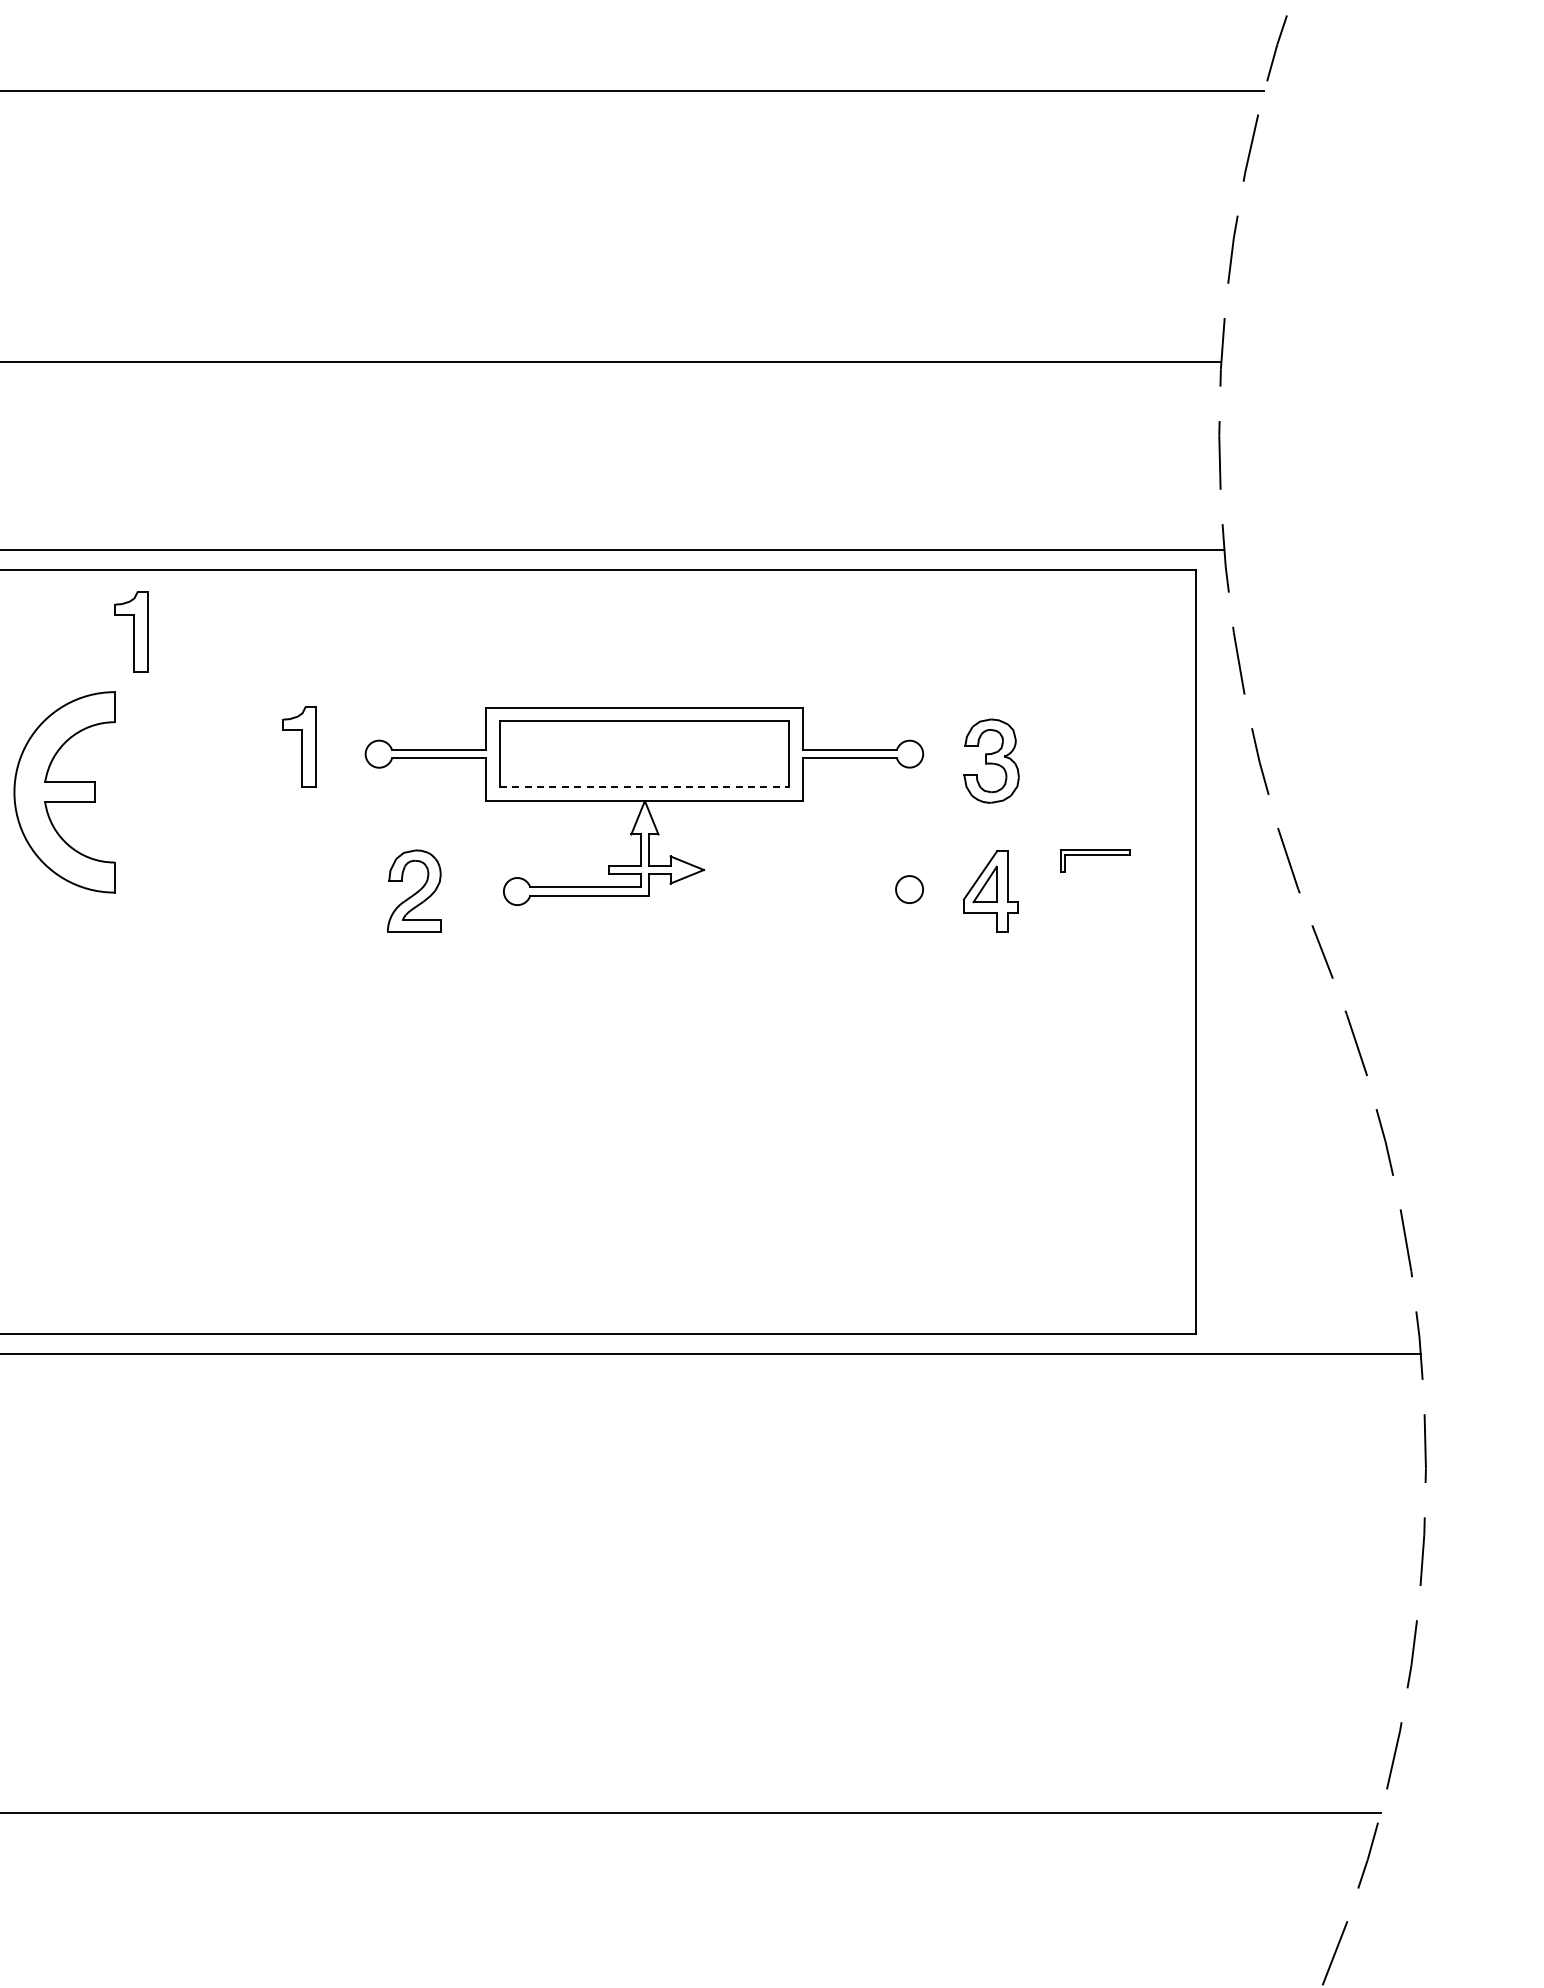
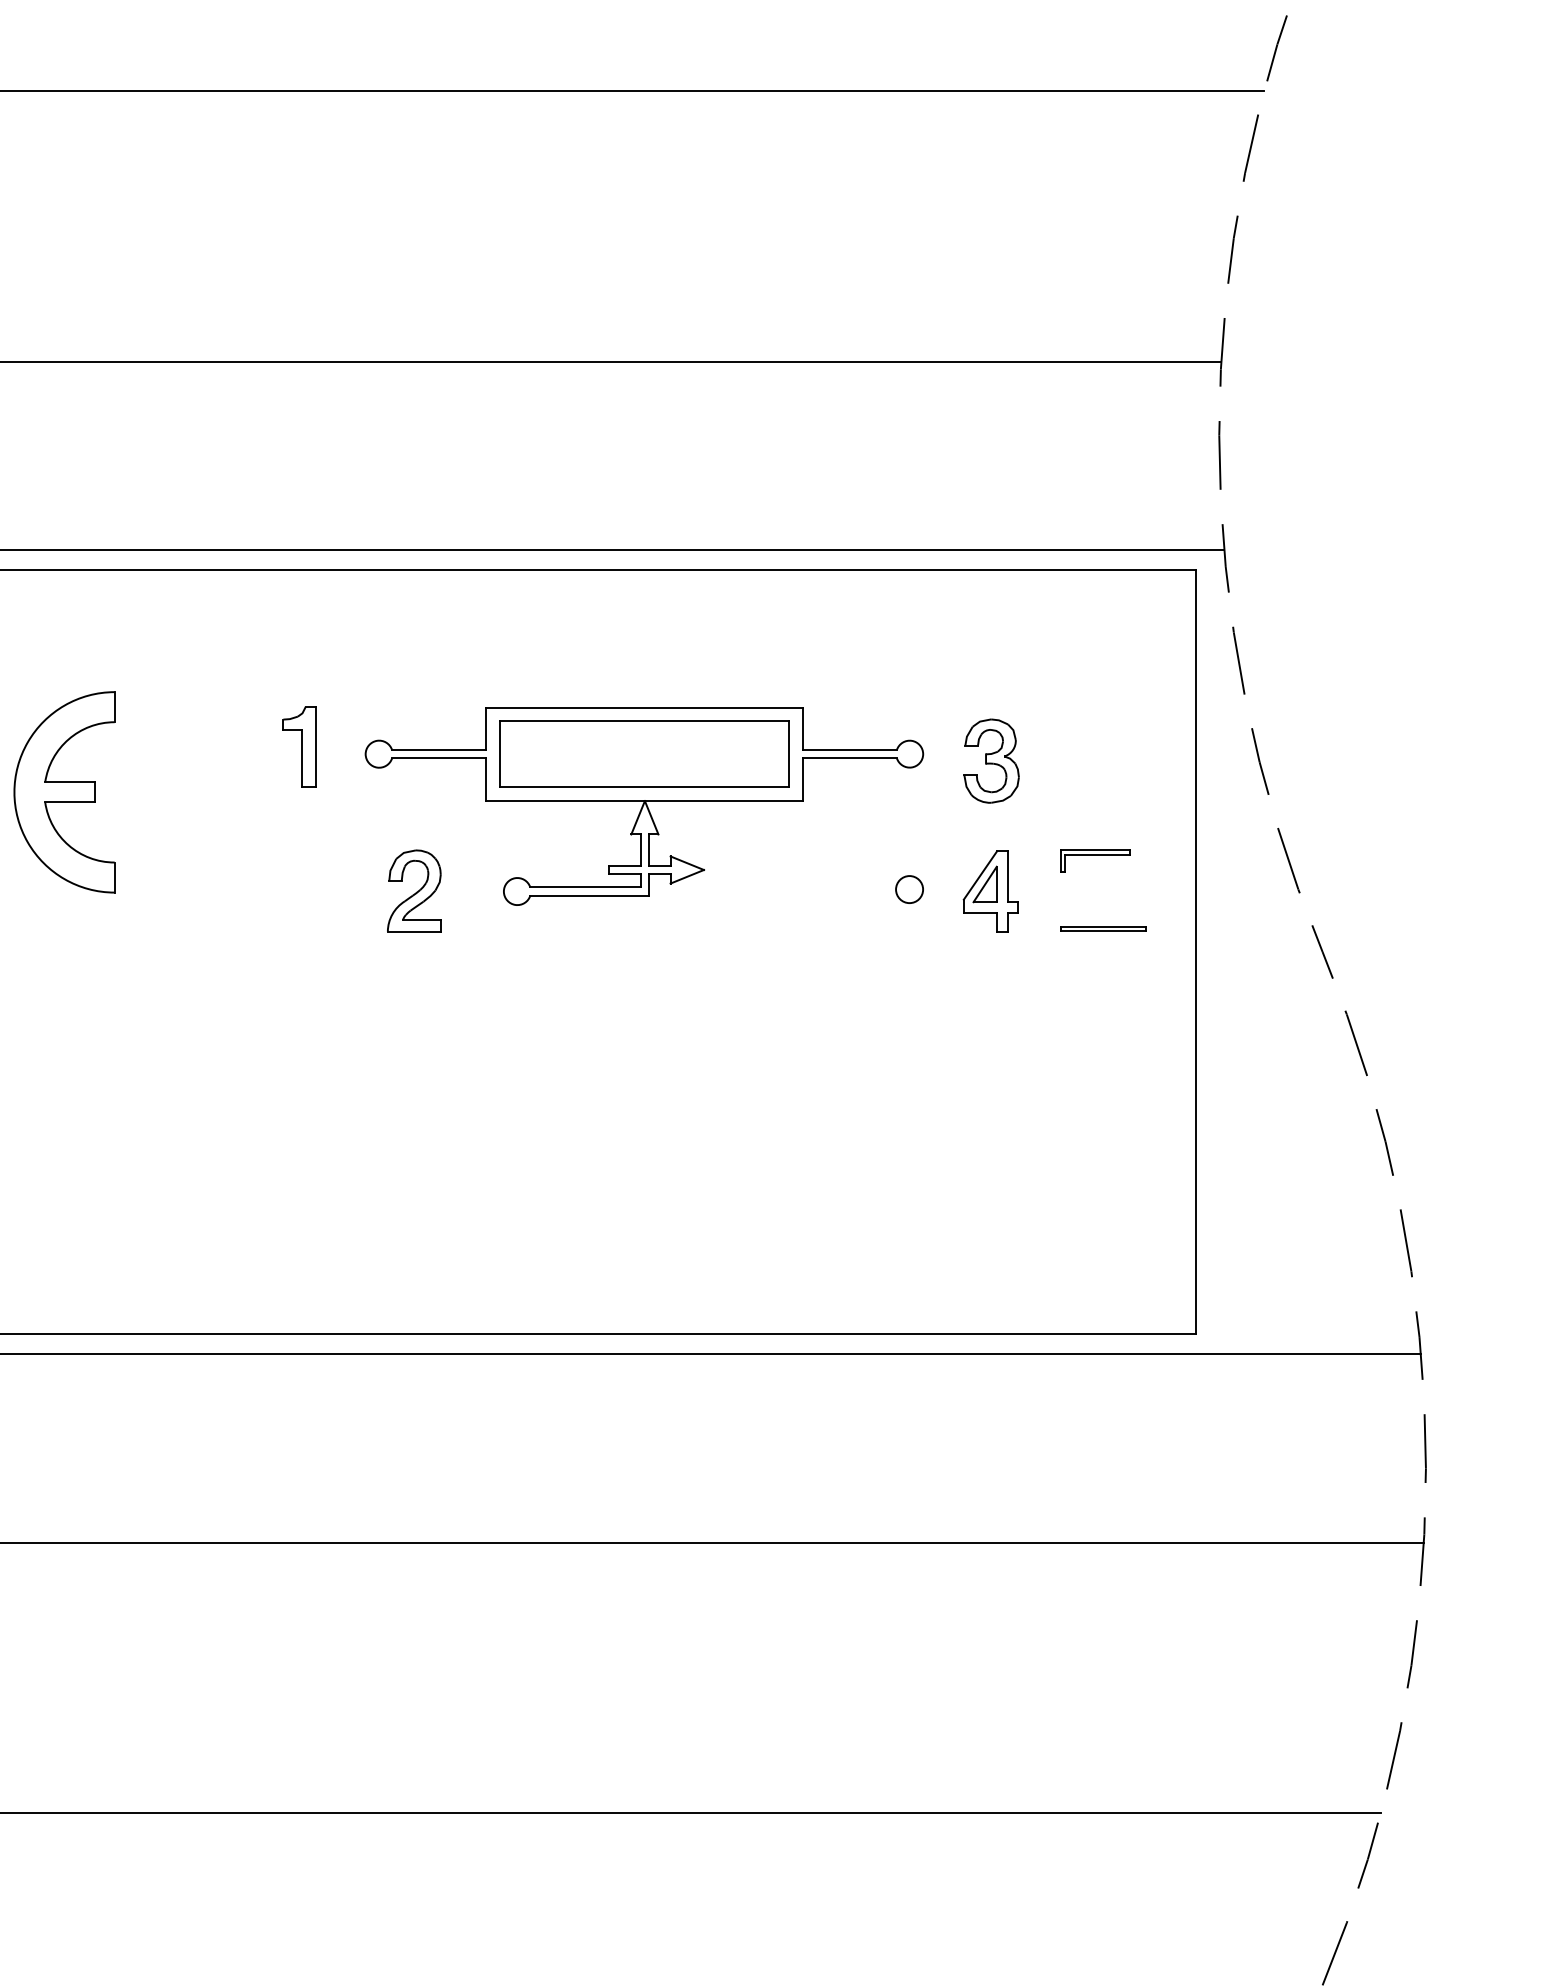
part at (131, 631): present -> none
line at (644, 787): dashed -> solid
part at (1103, 928): none -> present
line at (712, 1542): none -> present
